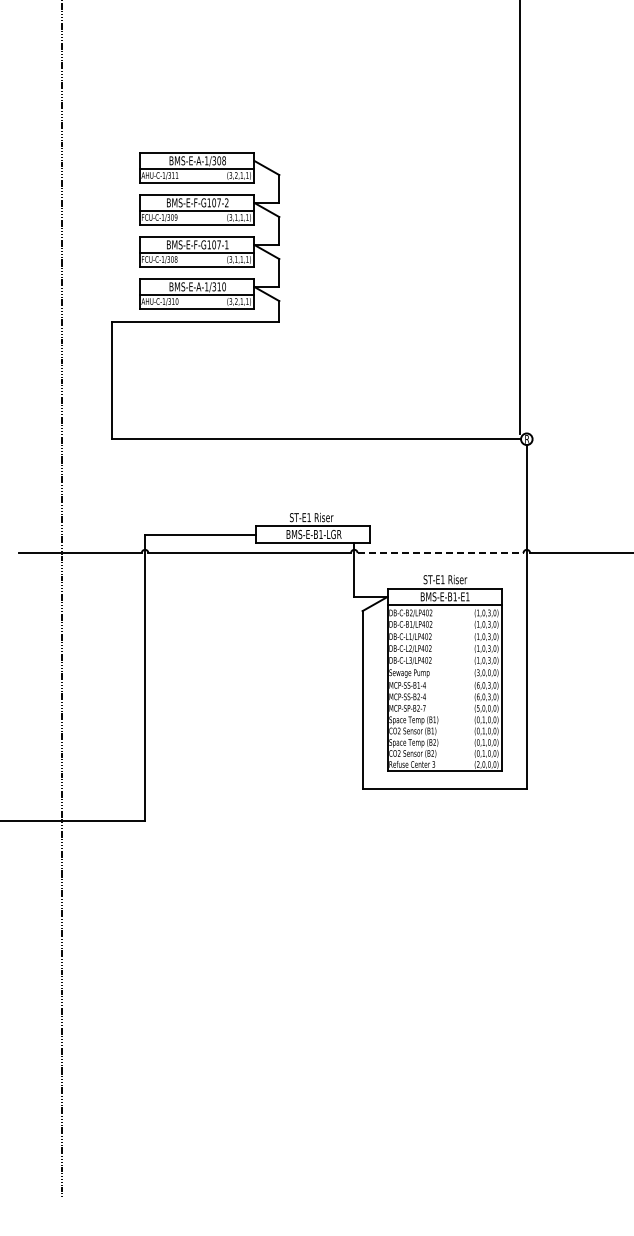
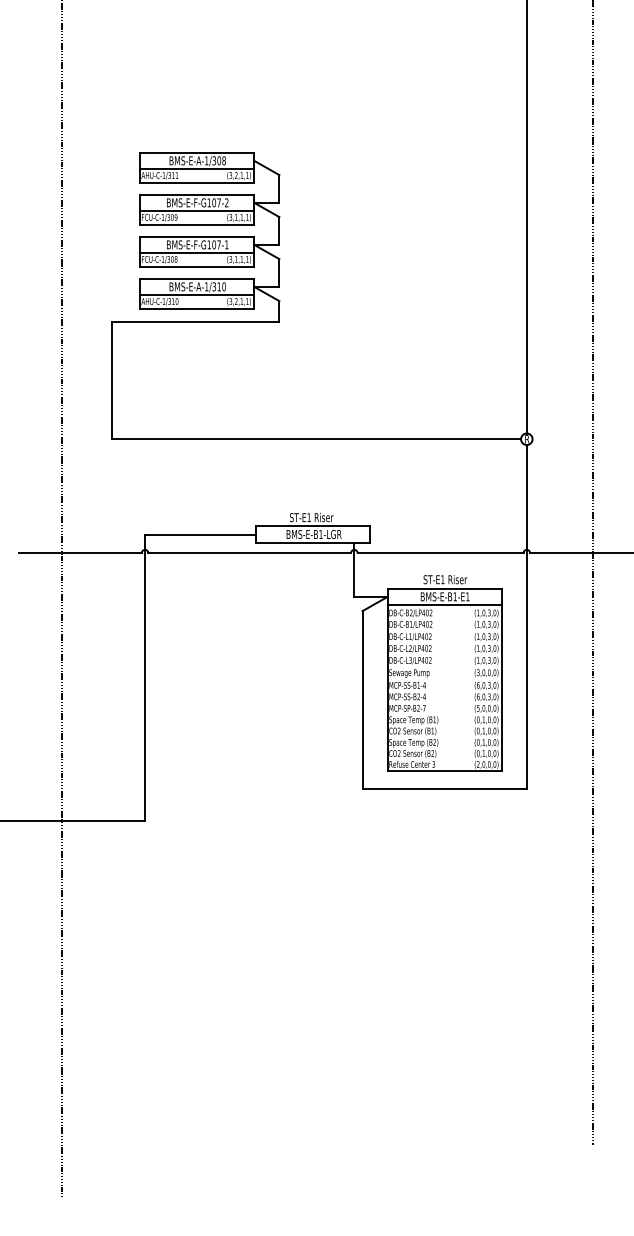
line at (519, 217) position: (519, 217) -> (526, 217)
line at (440, 553): dashed -> solid
line at (592, 573): none -> present
